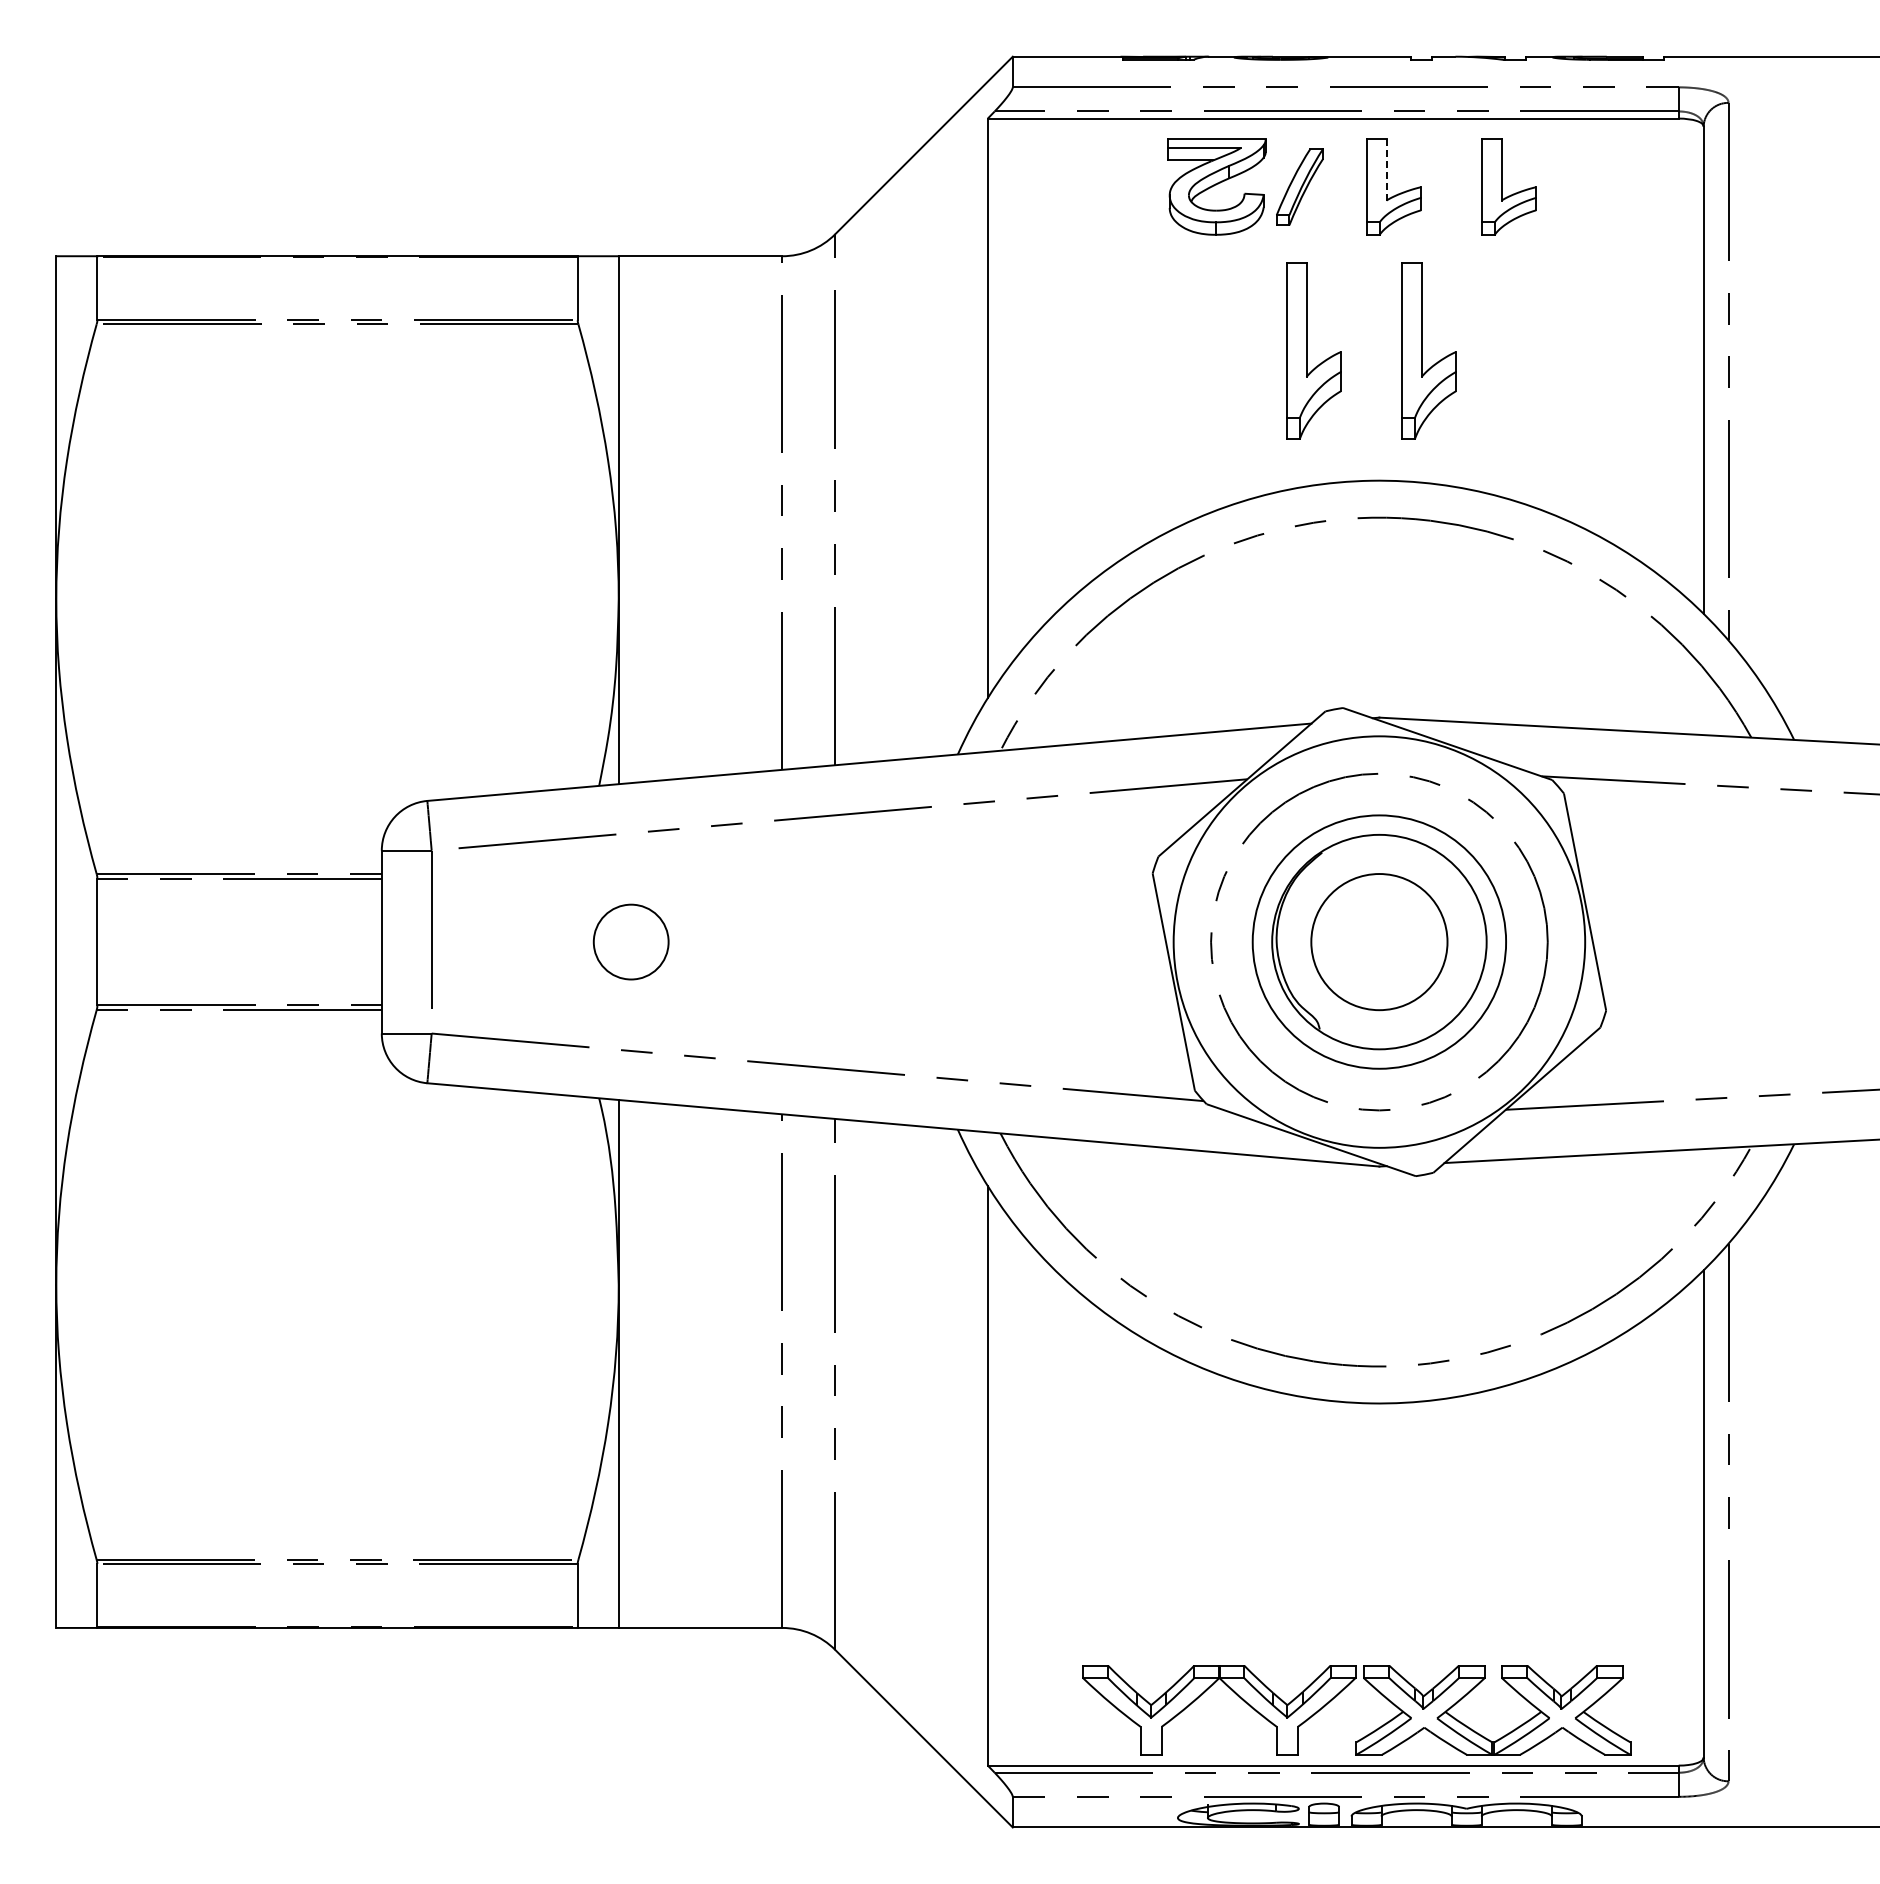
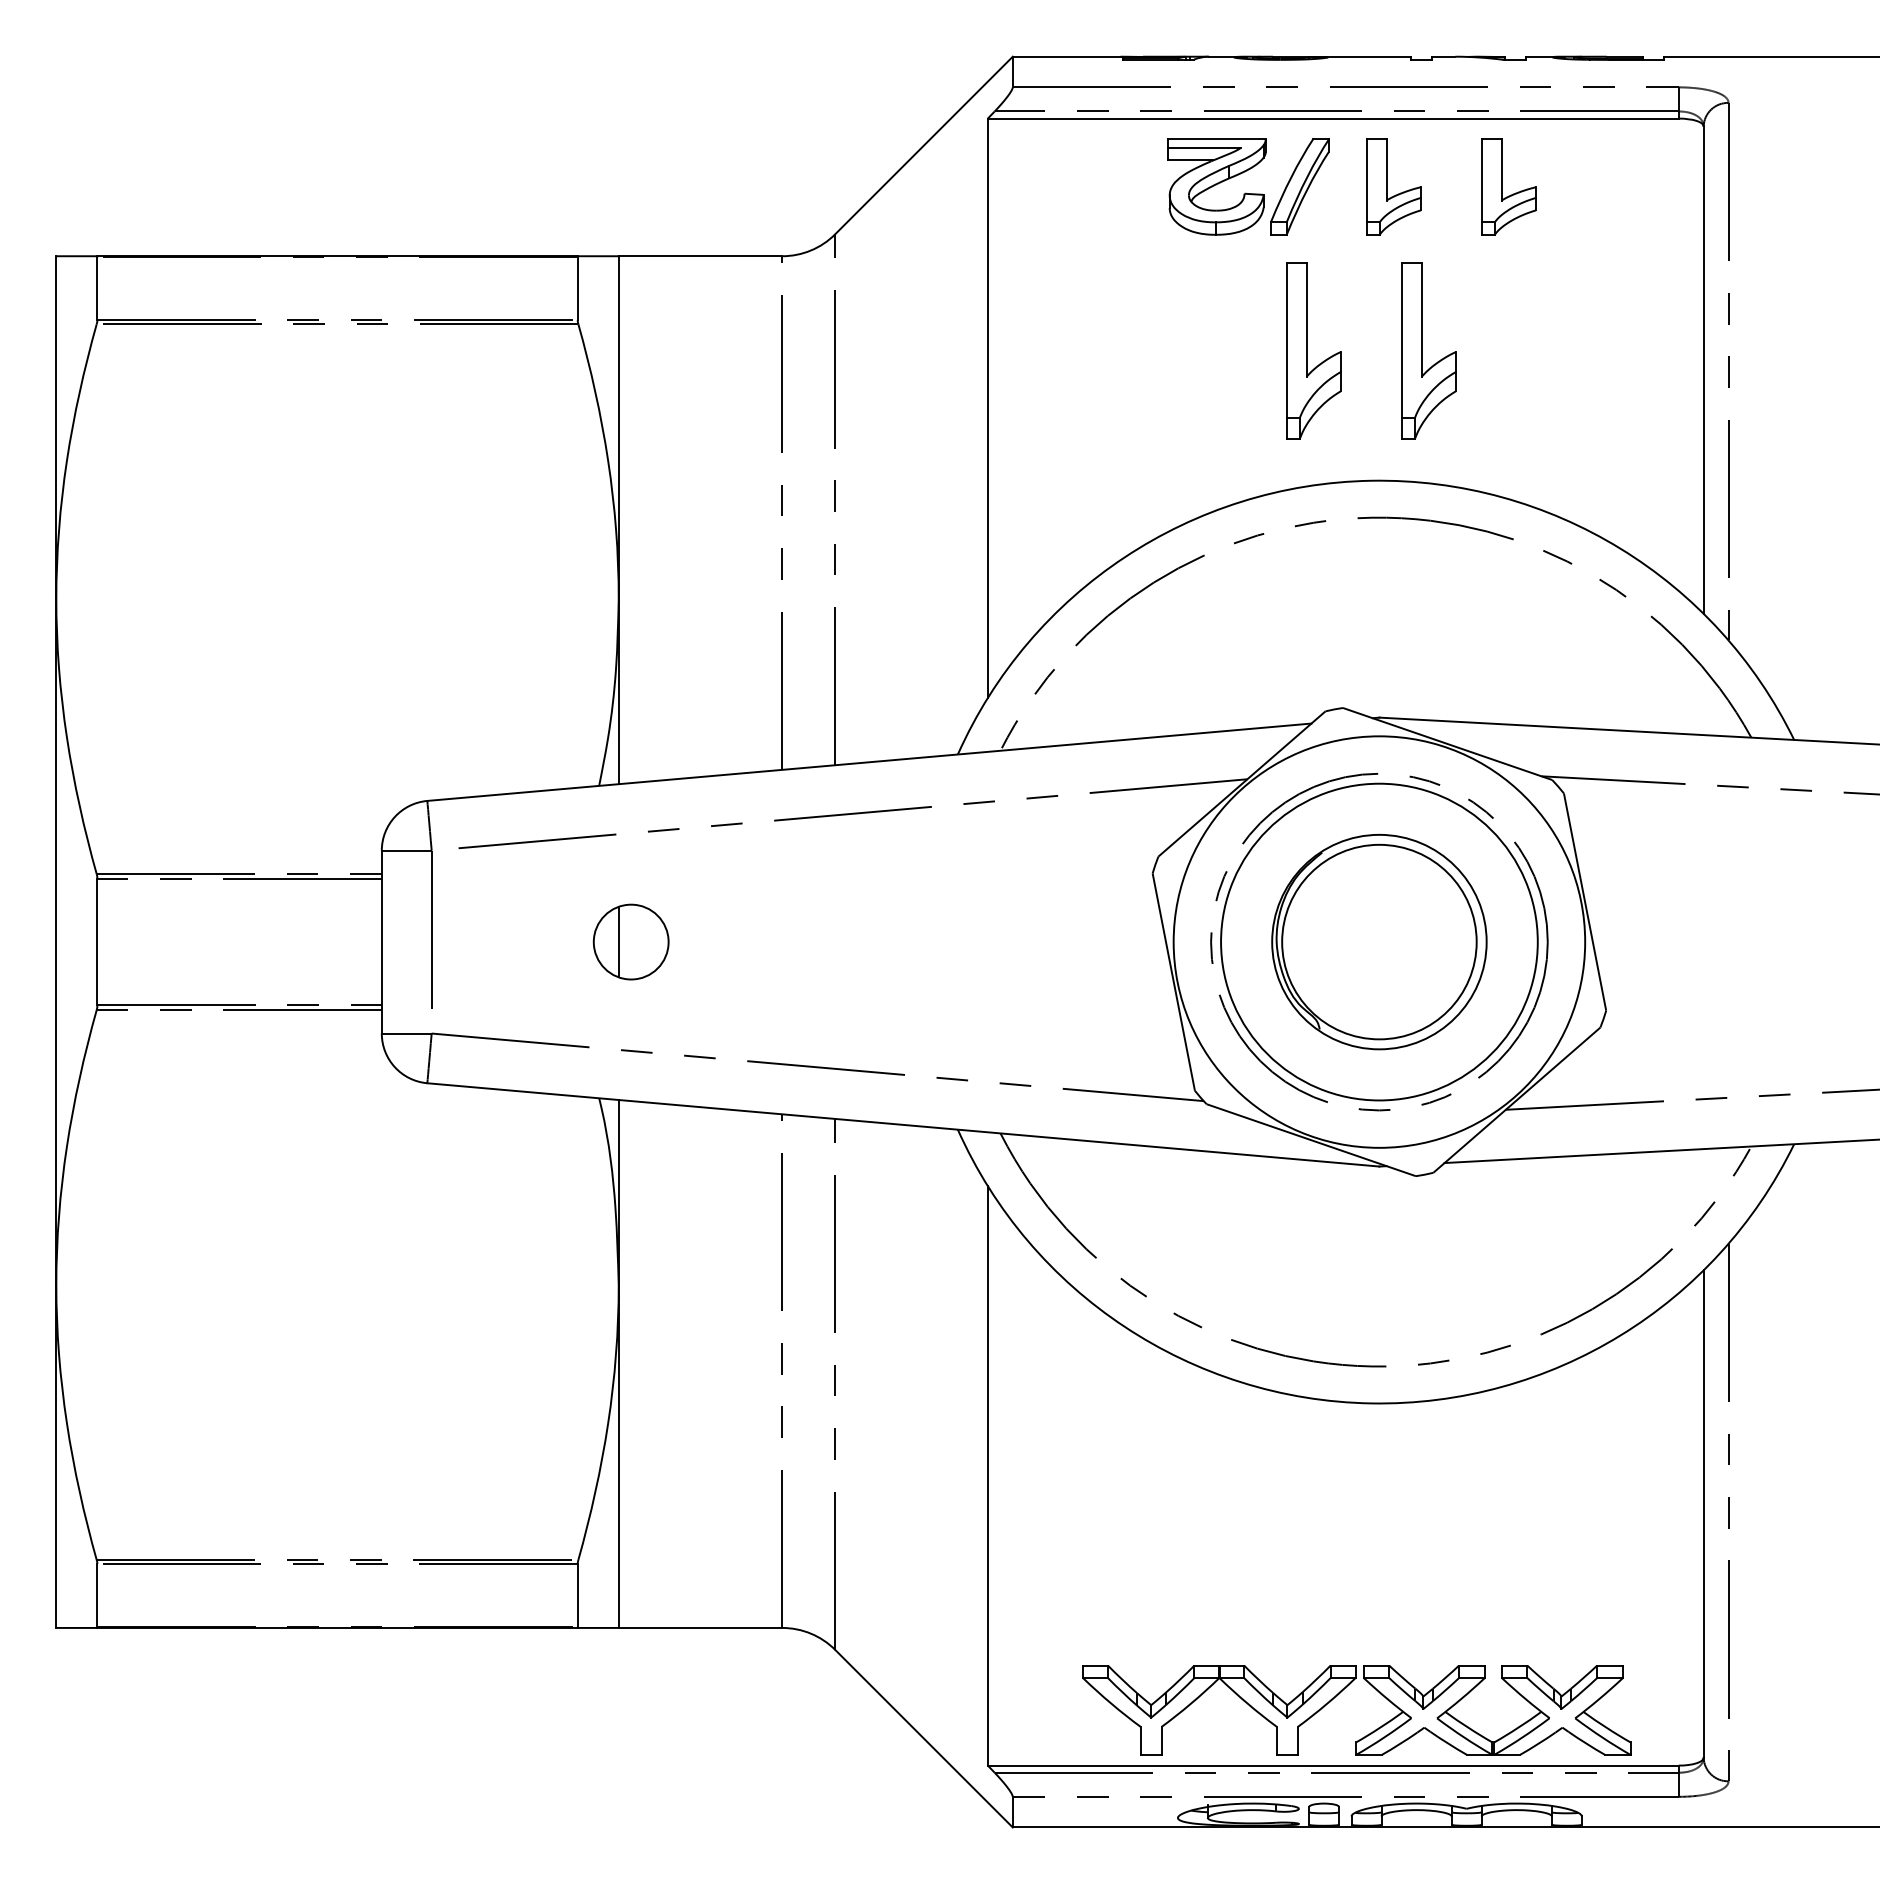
line at (1386, 169): dashed -> solid
part at (1299, 186) size: 48x78 px -> 60x98 px
line at (618, 941): none -> present
circle at (1379, 941) diameter: 253 px -> 317 px
circle at (1379, 942) diameter: 136 px -> 195 px
